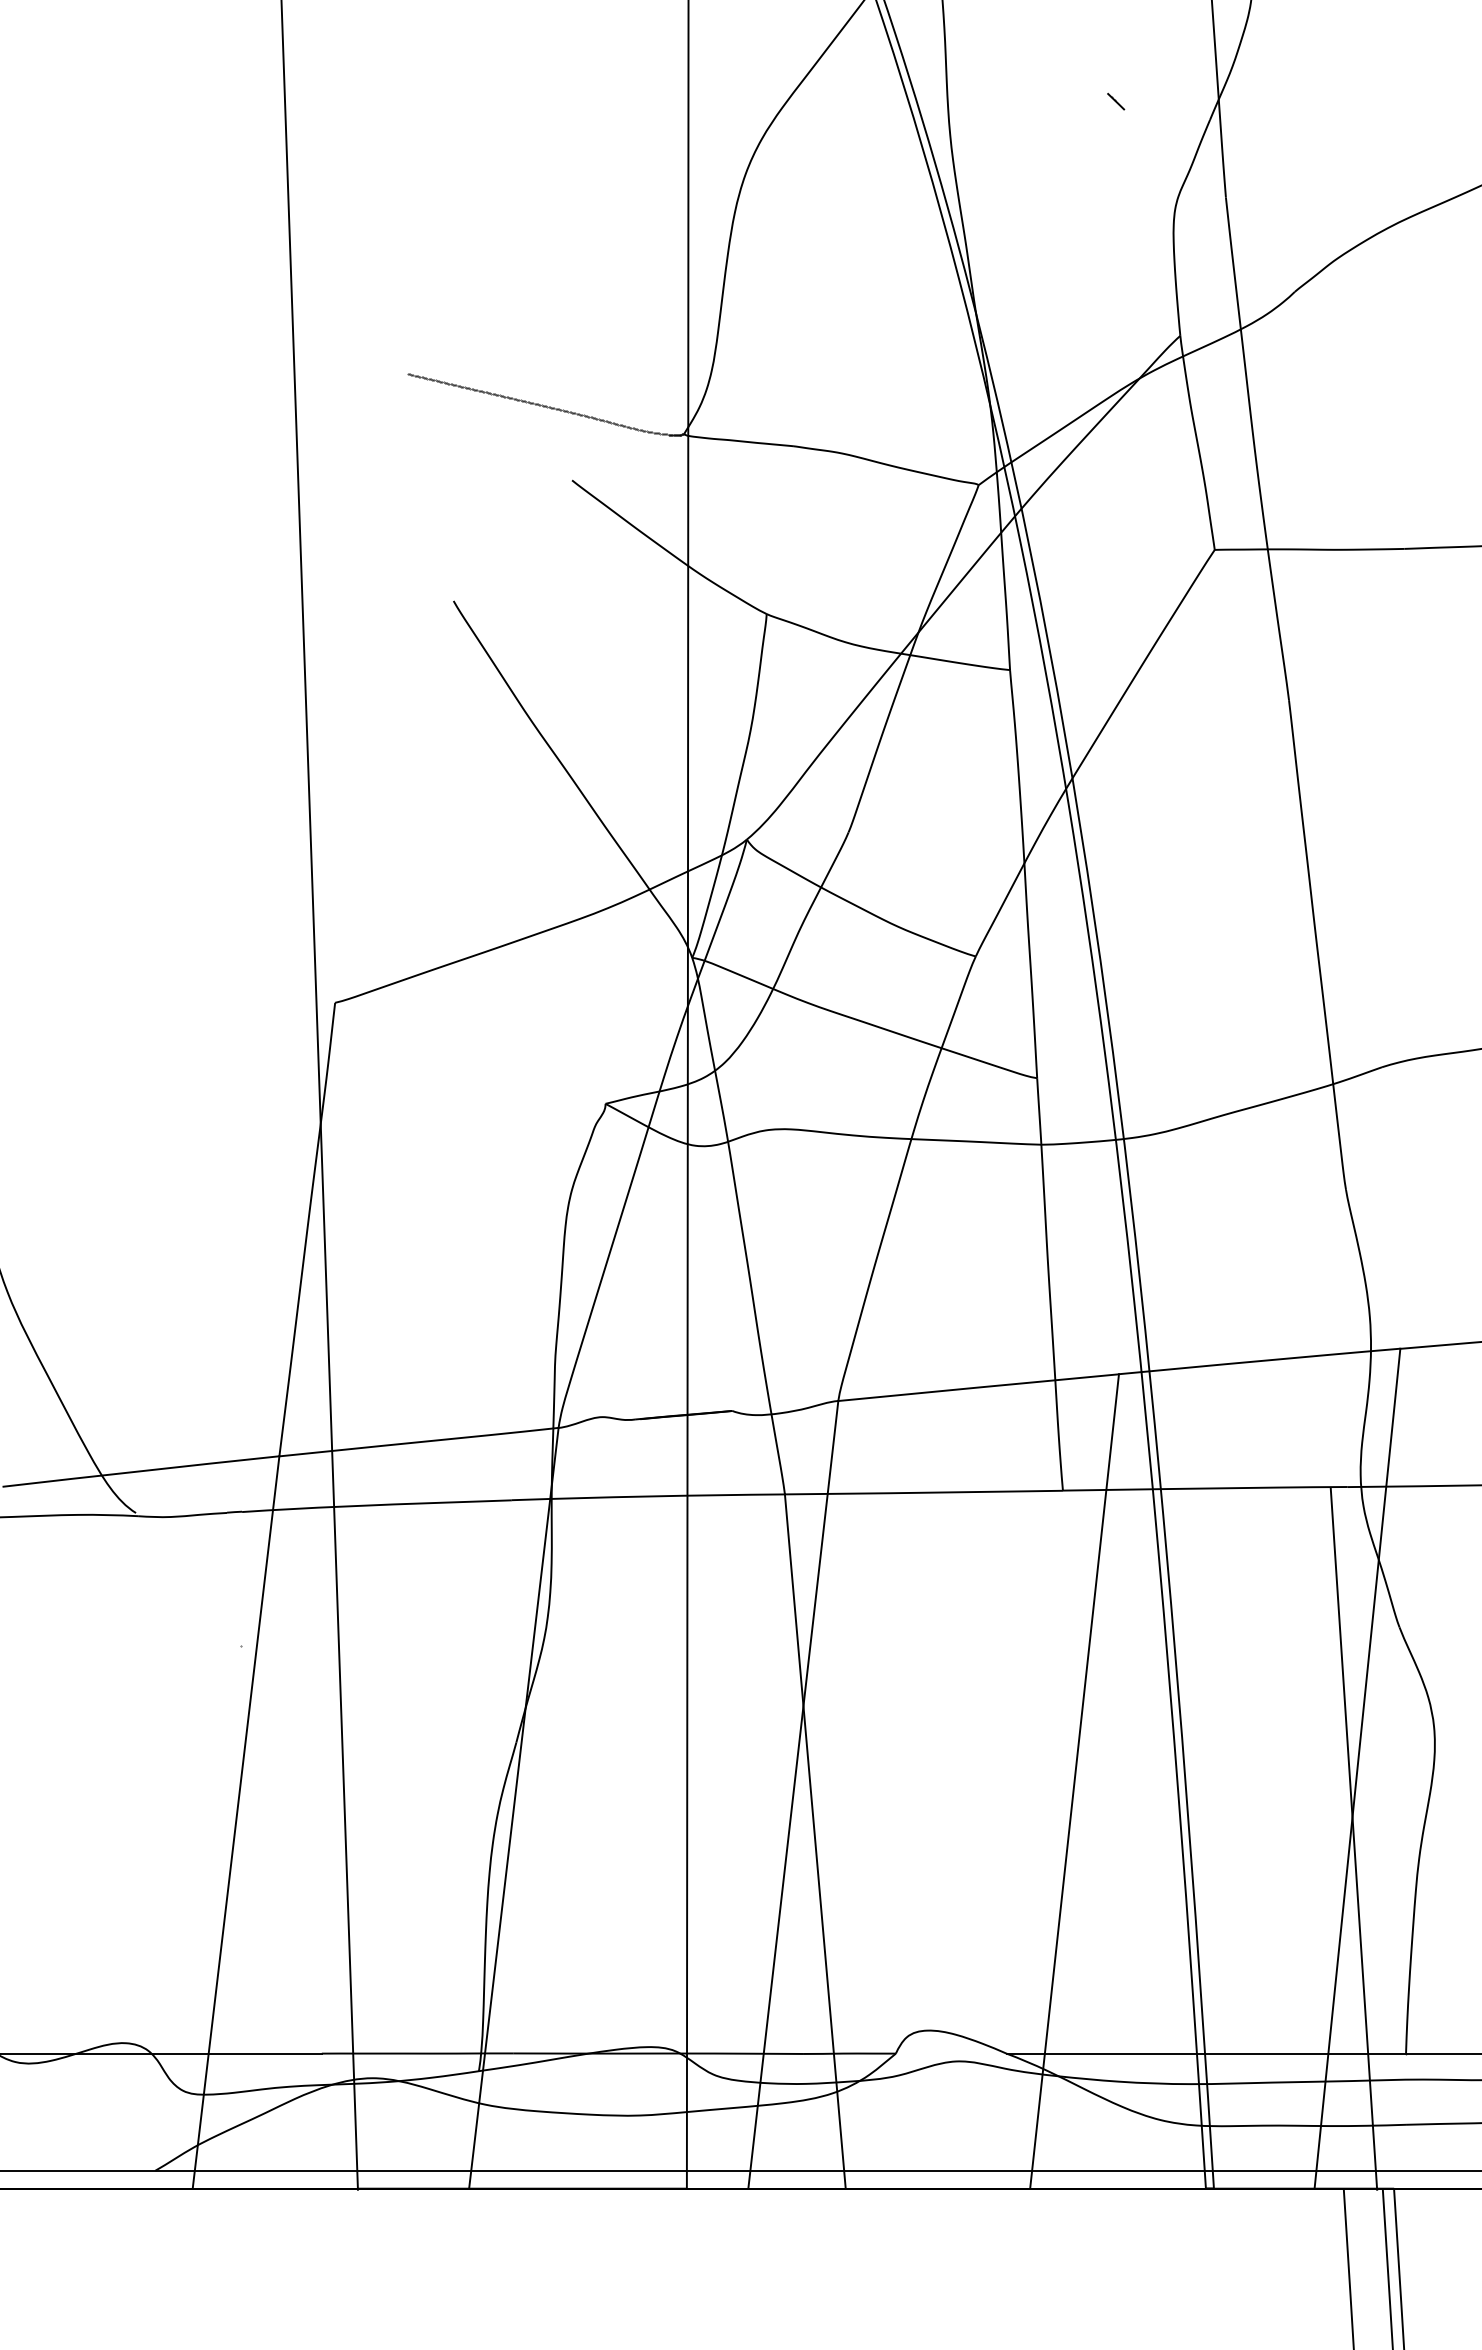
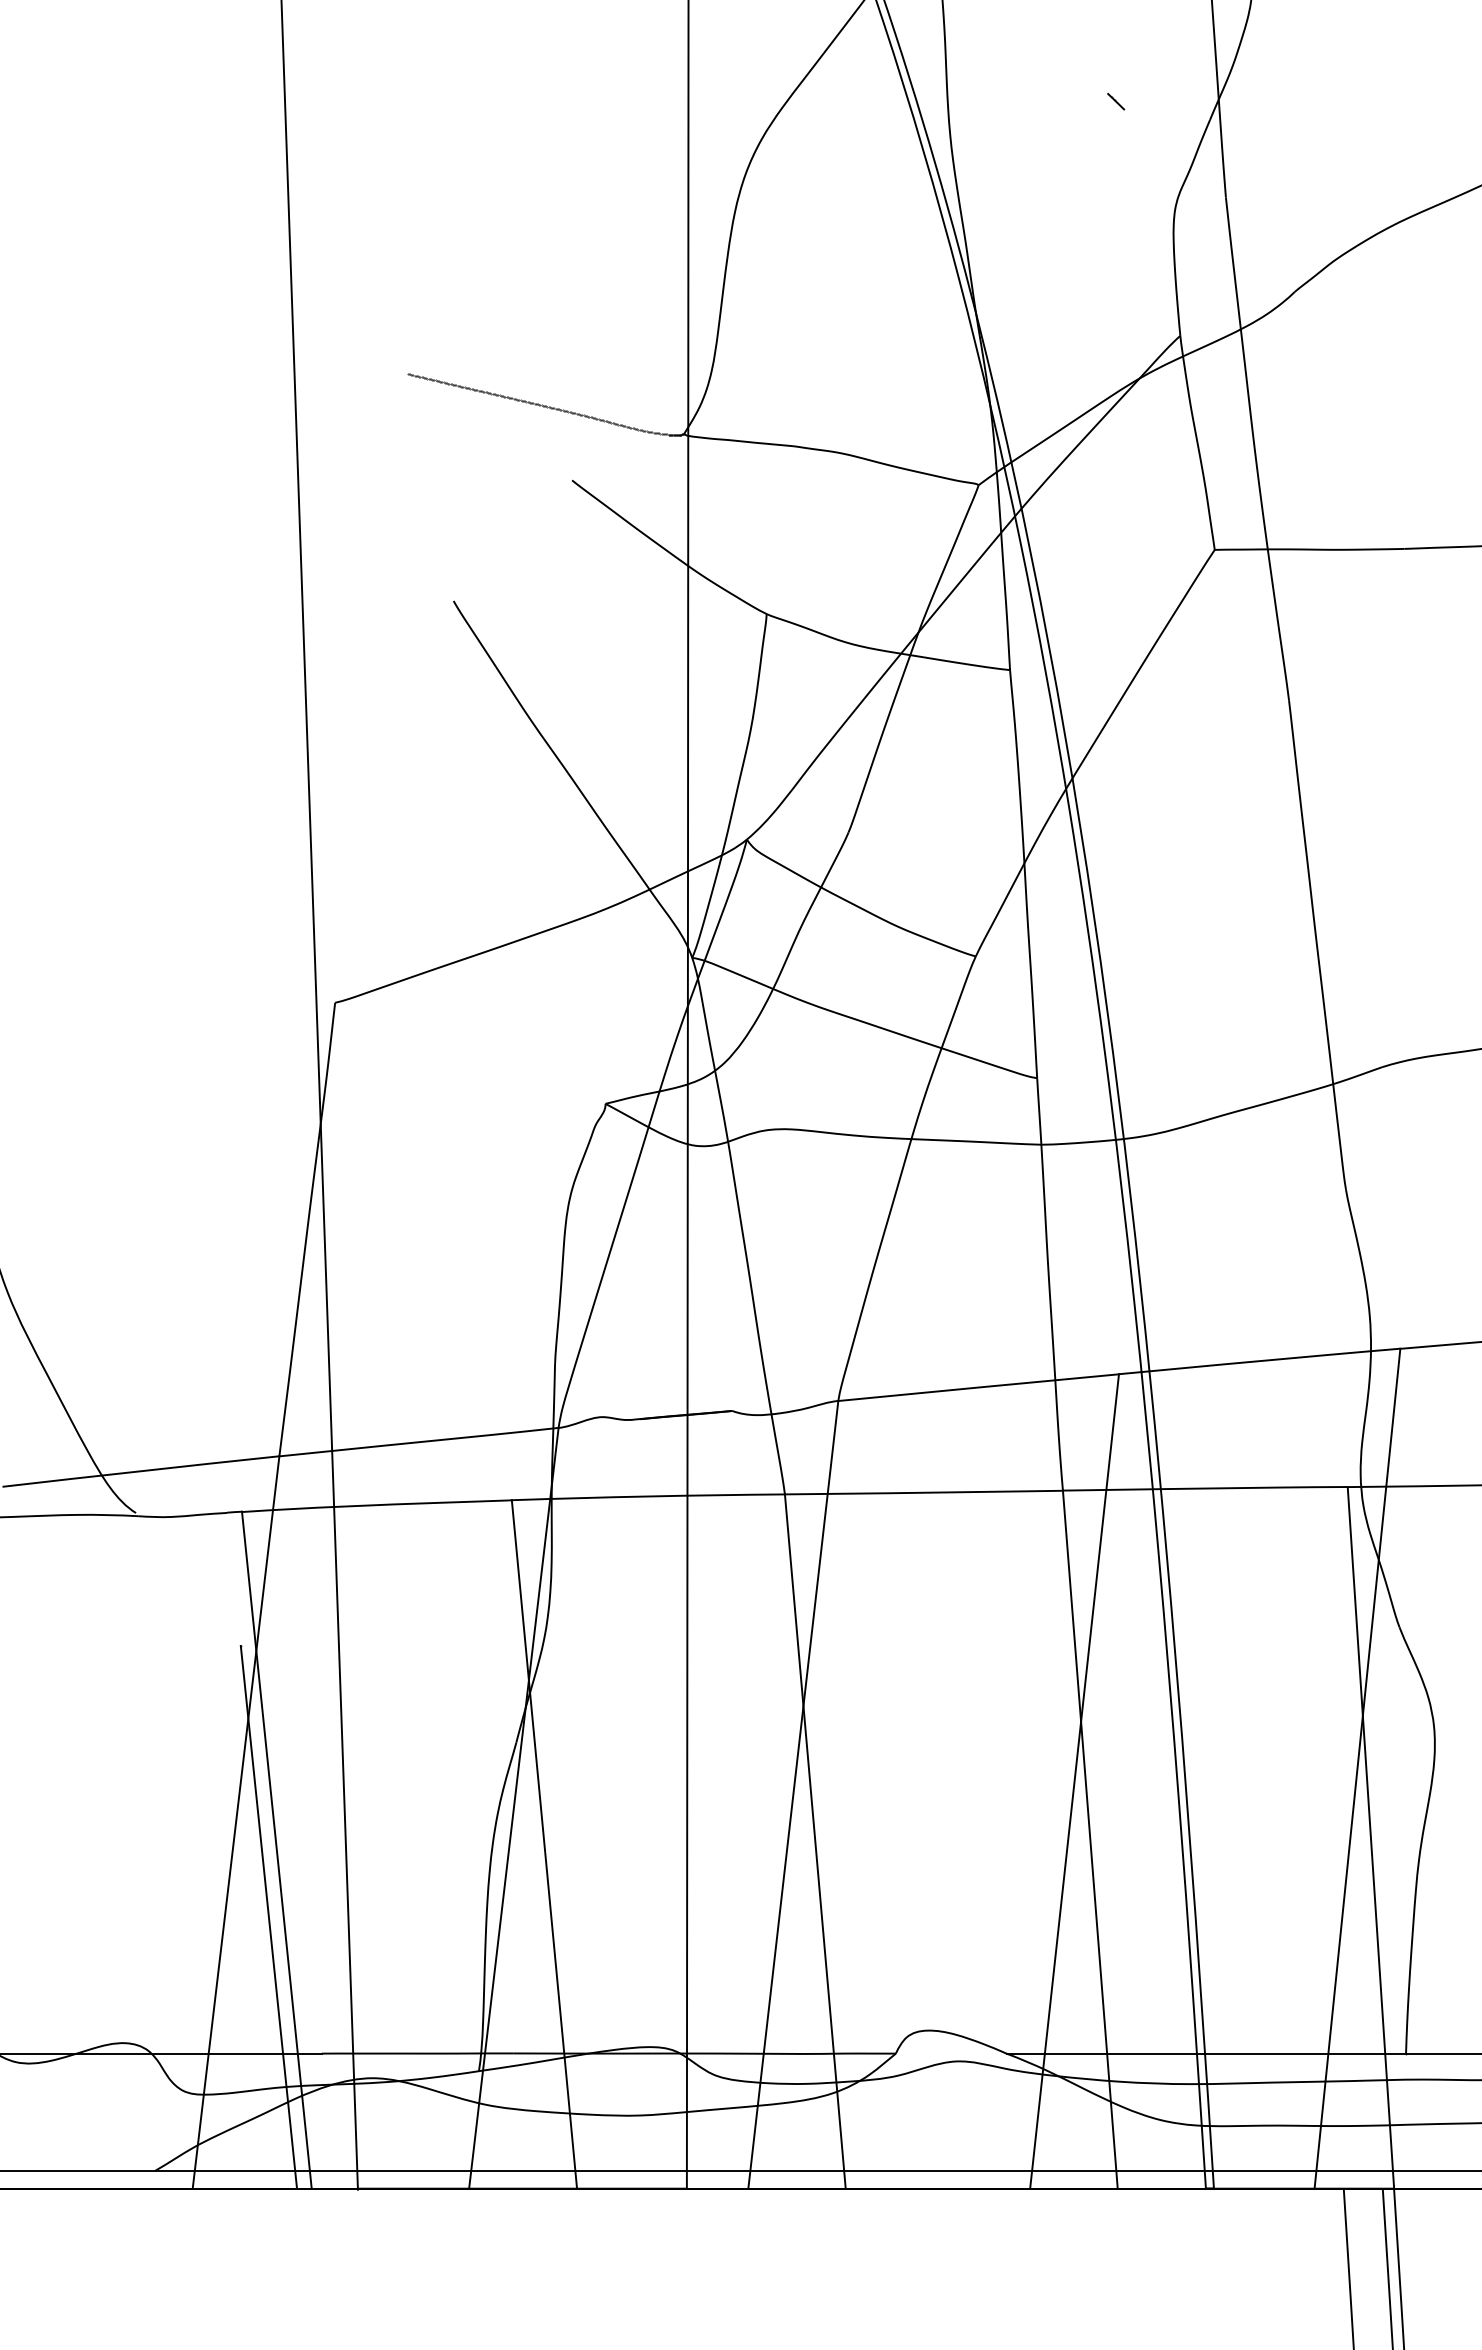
line at (1353, 1838) position: (1353, 1838) -> (1370, 1837)
line at (1089, 1839): none -> present
line at (544, 1844): none -> present
line at (276, 1849): none -> present
line at (268, 1916): none -> present
